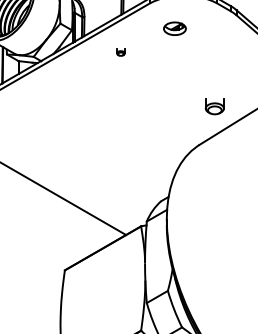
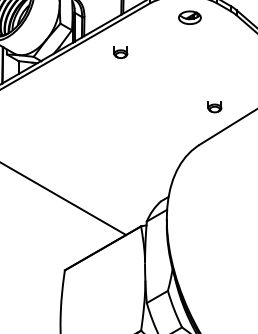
part at (174, 28) position: (174, 28) -> (189, 17)
part at (120, 52) size: 10x9 px -> 16x13 px
part at (214, 106) size: 21x18 px -> 16x13 px
